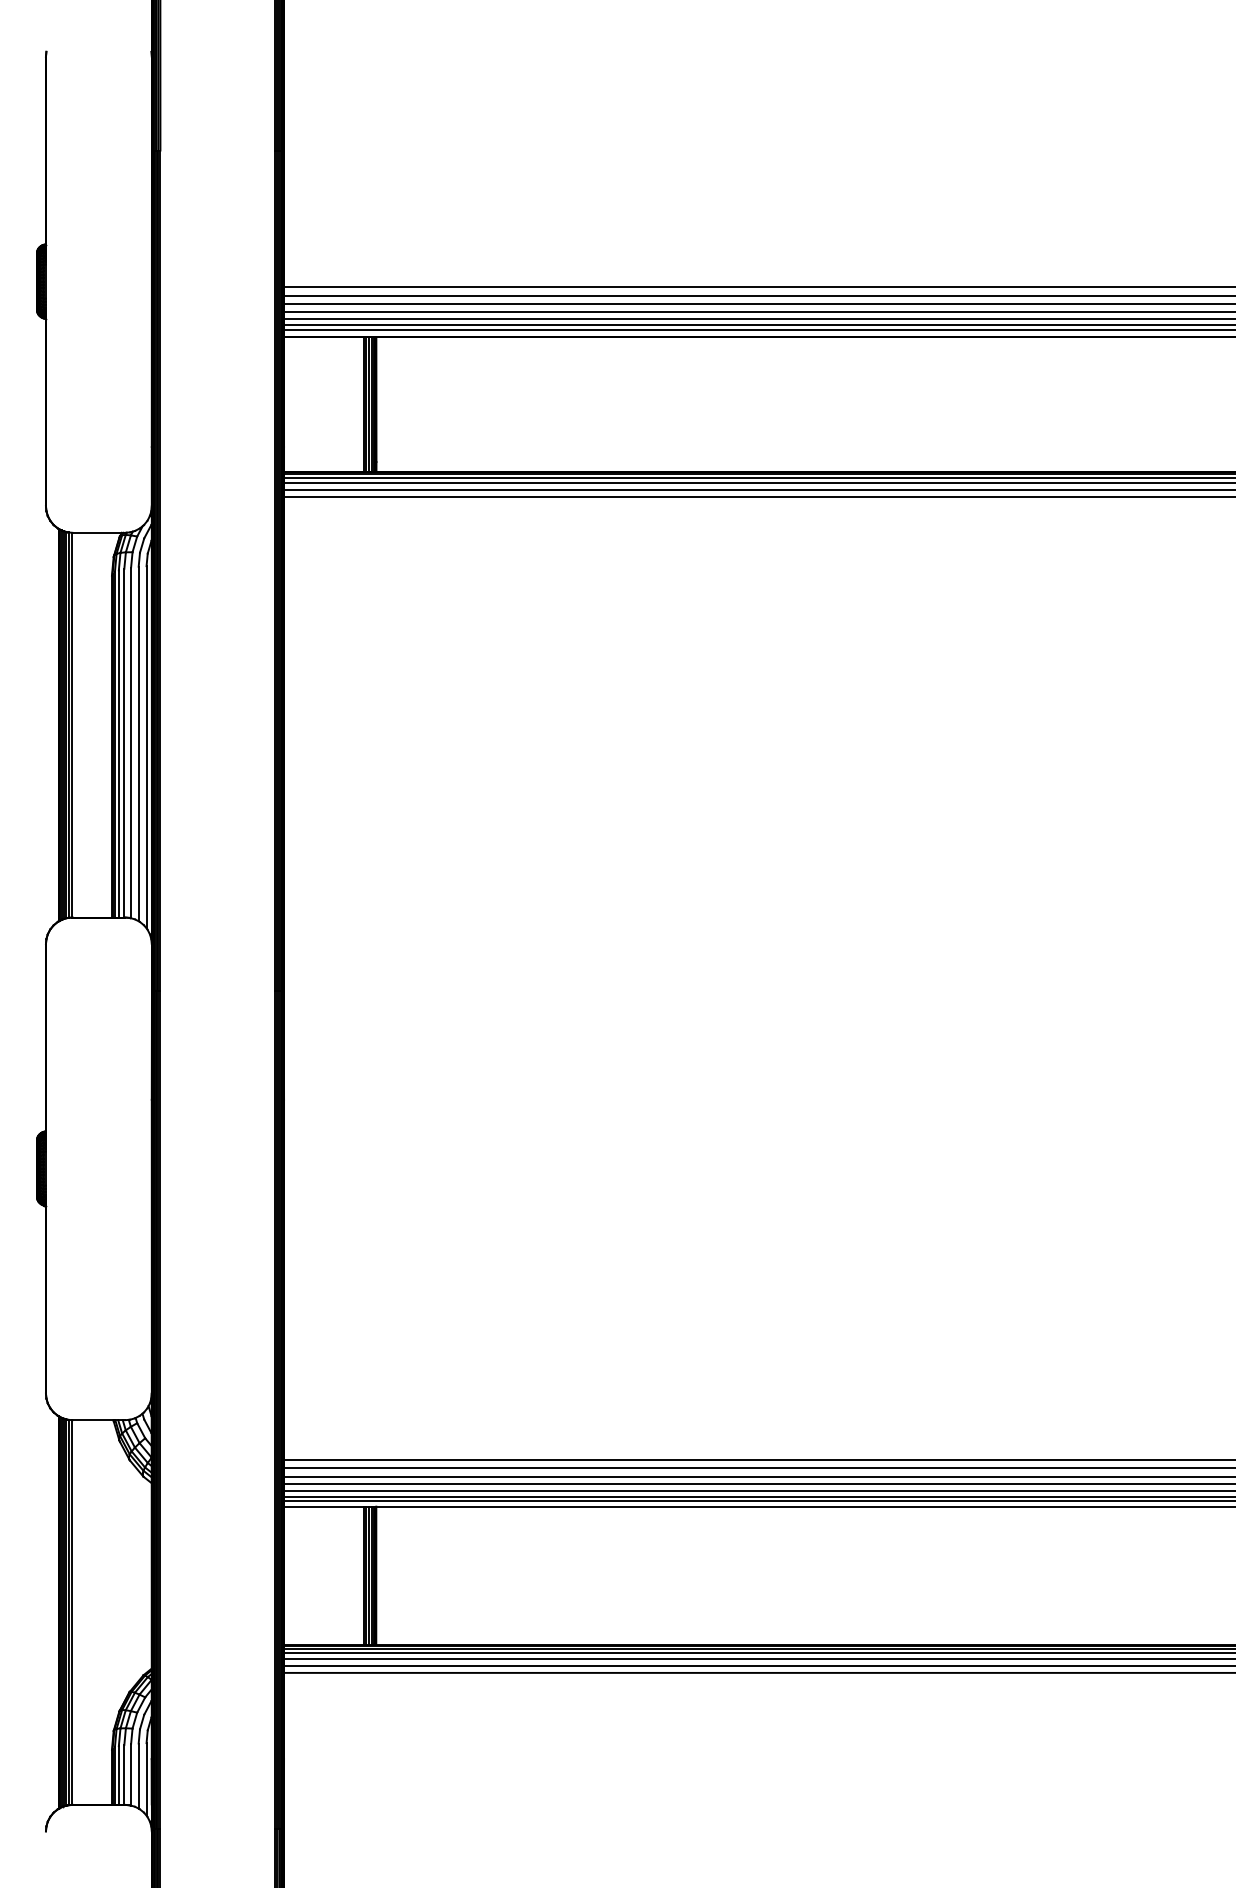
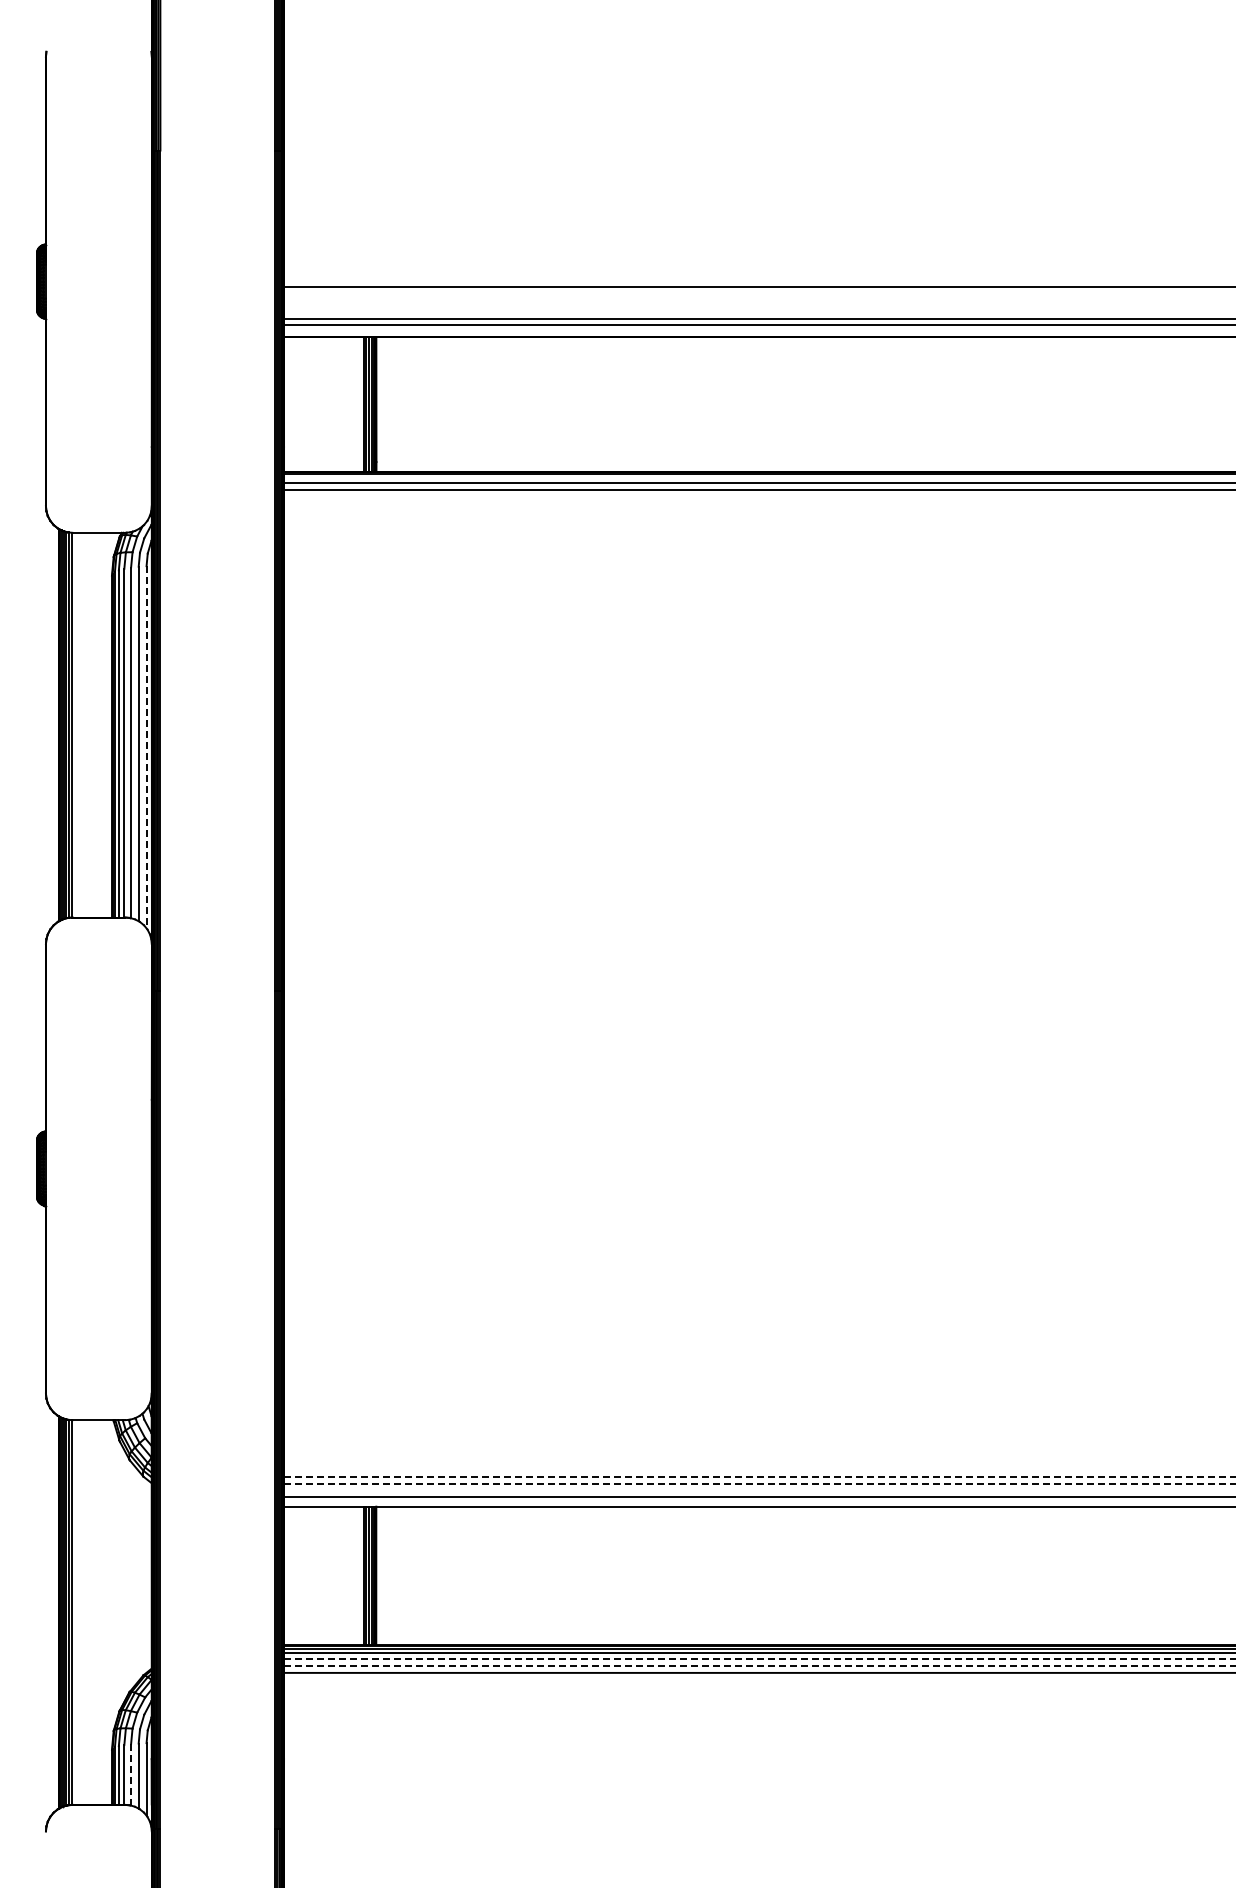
line at (758, 295): present -> none
line at (758, 304): present -> none
line at (758, 312): present -> none
line at (758, 329): present -> none
line at (758, 477): present -> none
line at (758, 496): present -> none
line at (146, 747): solid -> dashed
line at (758, 1460): present -> none
line at (758, 1468): present -> none
line at (760, 1476): solid -> dashed
line at (760, 1484): solid -> dashed
line at (758, 1491): present -> none
line at (758, 1500): present -> none
line at (760, 1658): solid -> dashed
line at (760, 1665): solid -> dashed
line at (131, 1774): solid -> dashed
